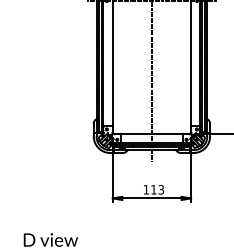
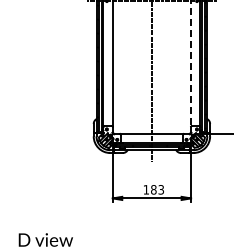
line at (191, 63): solid -> dashed
text at (153, 189): 113 -> 183
text at (50, 239) position: (50, 239) -> (45, 239)
